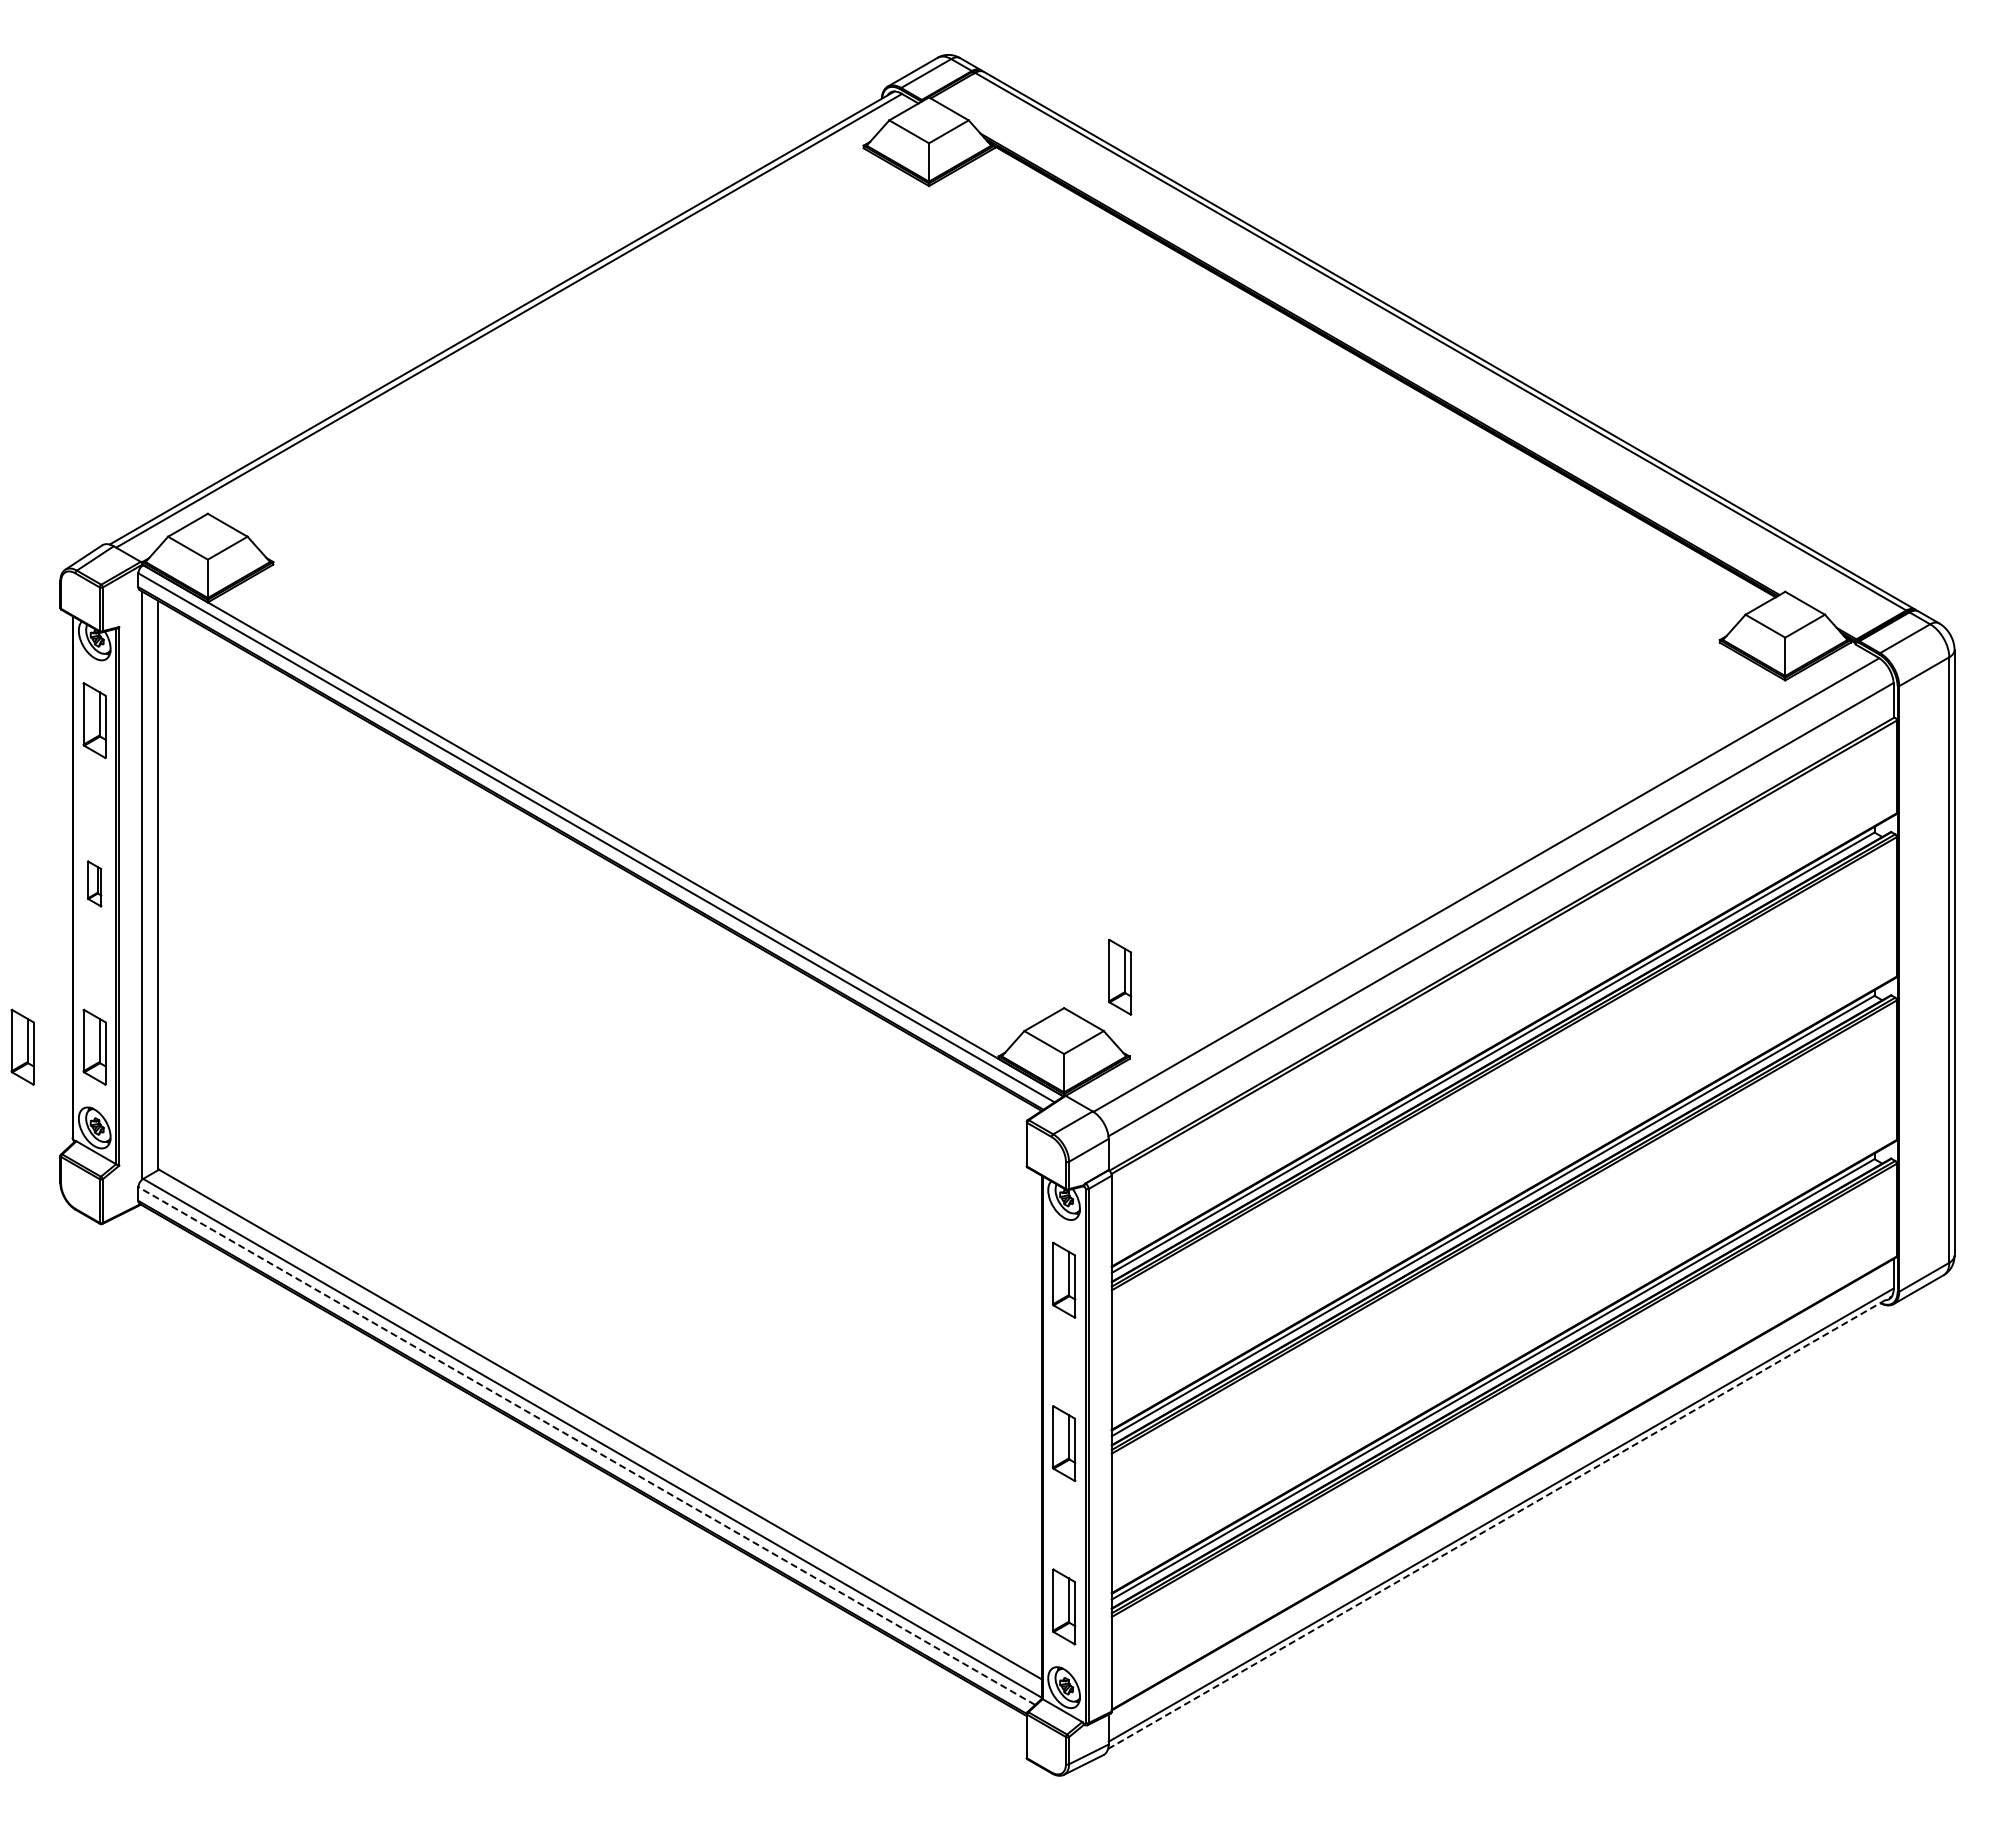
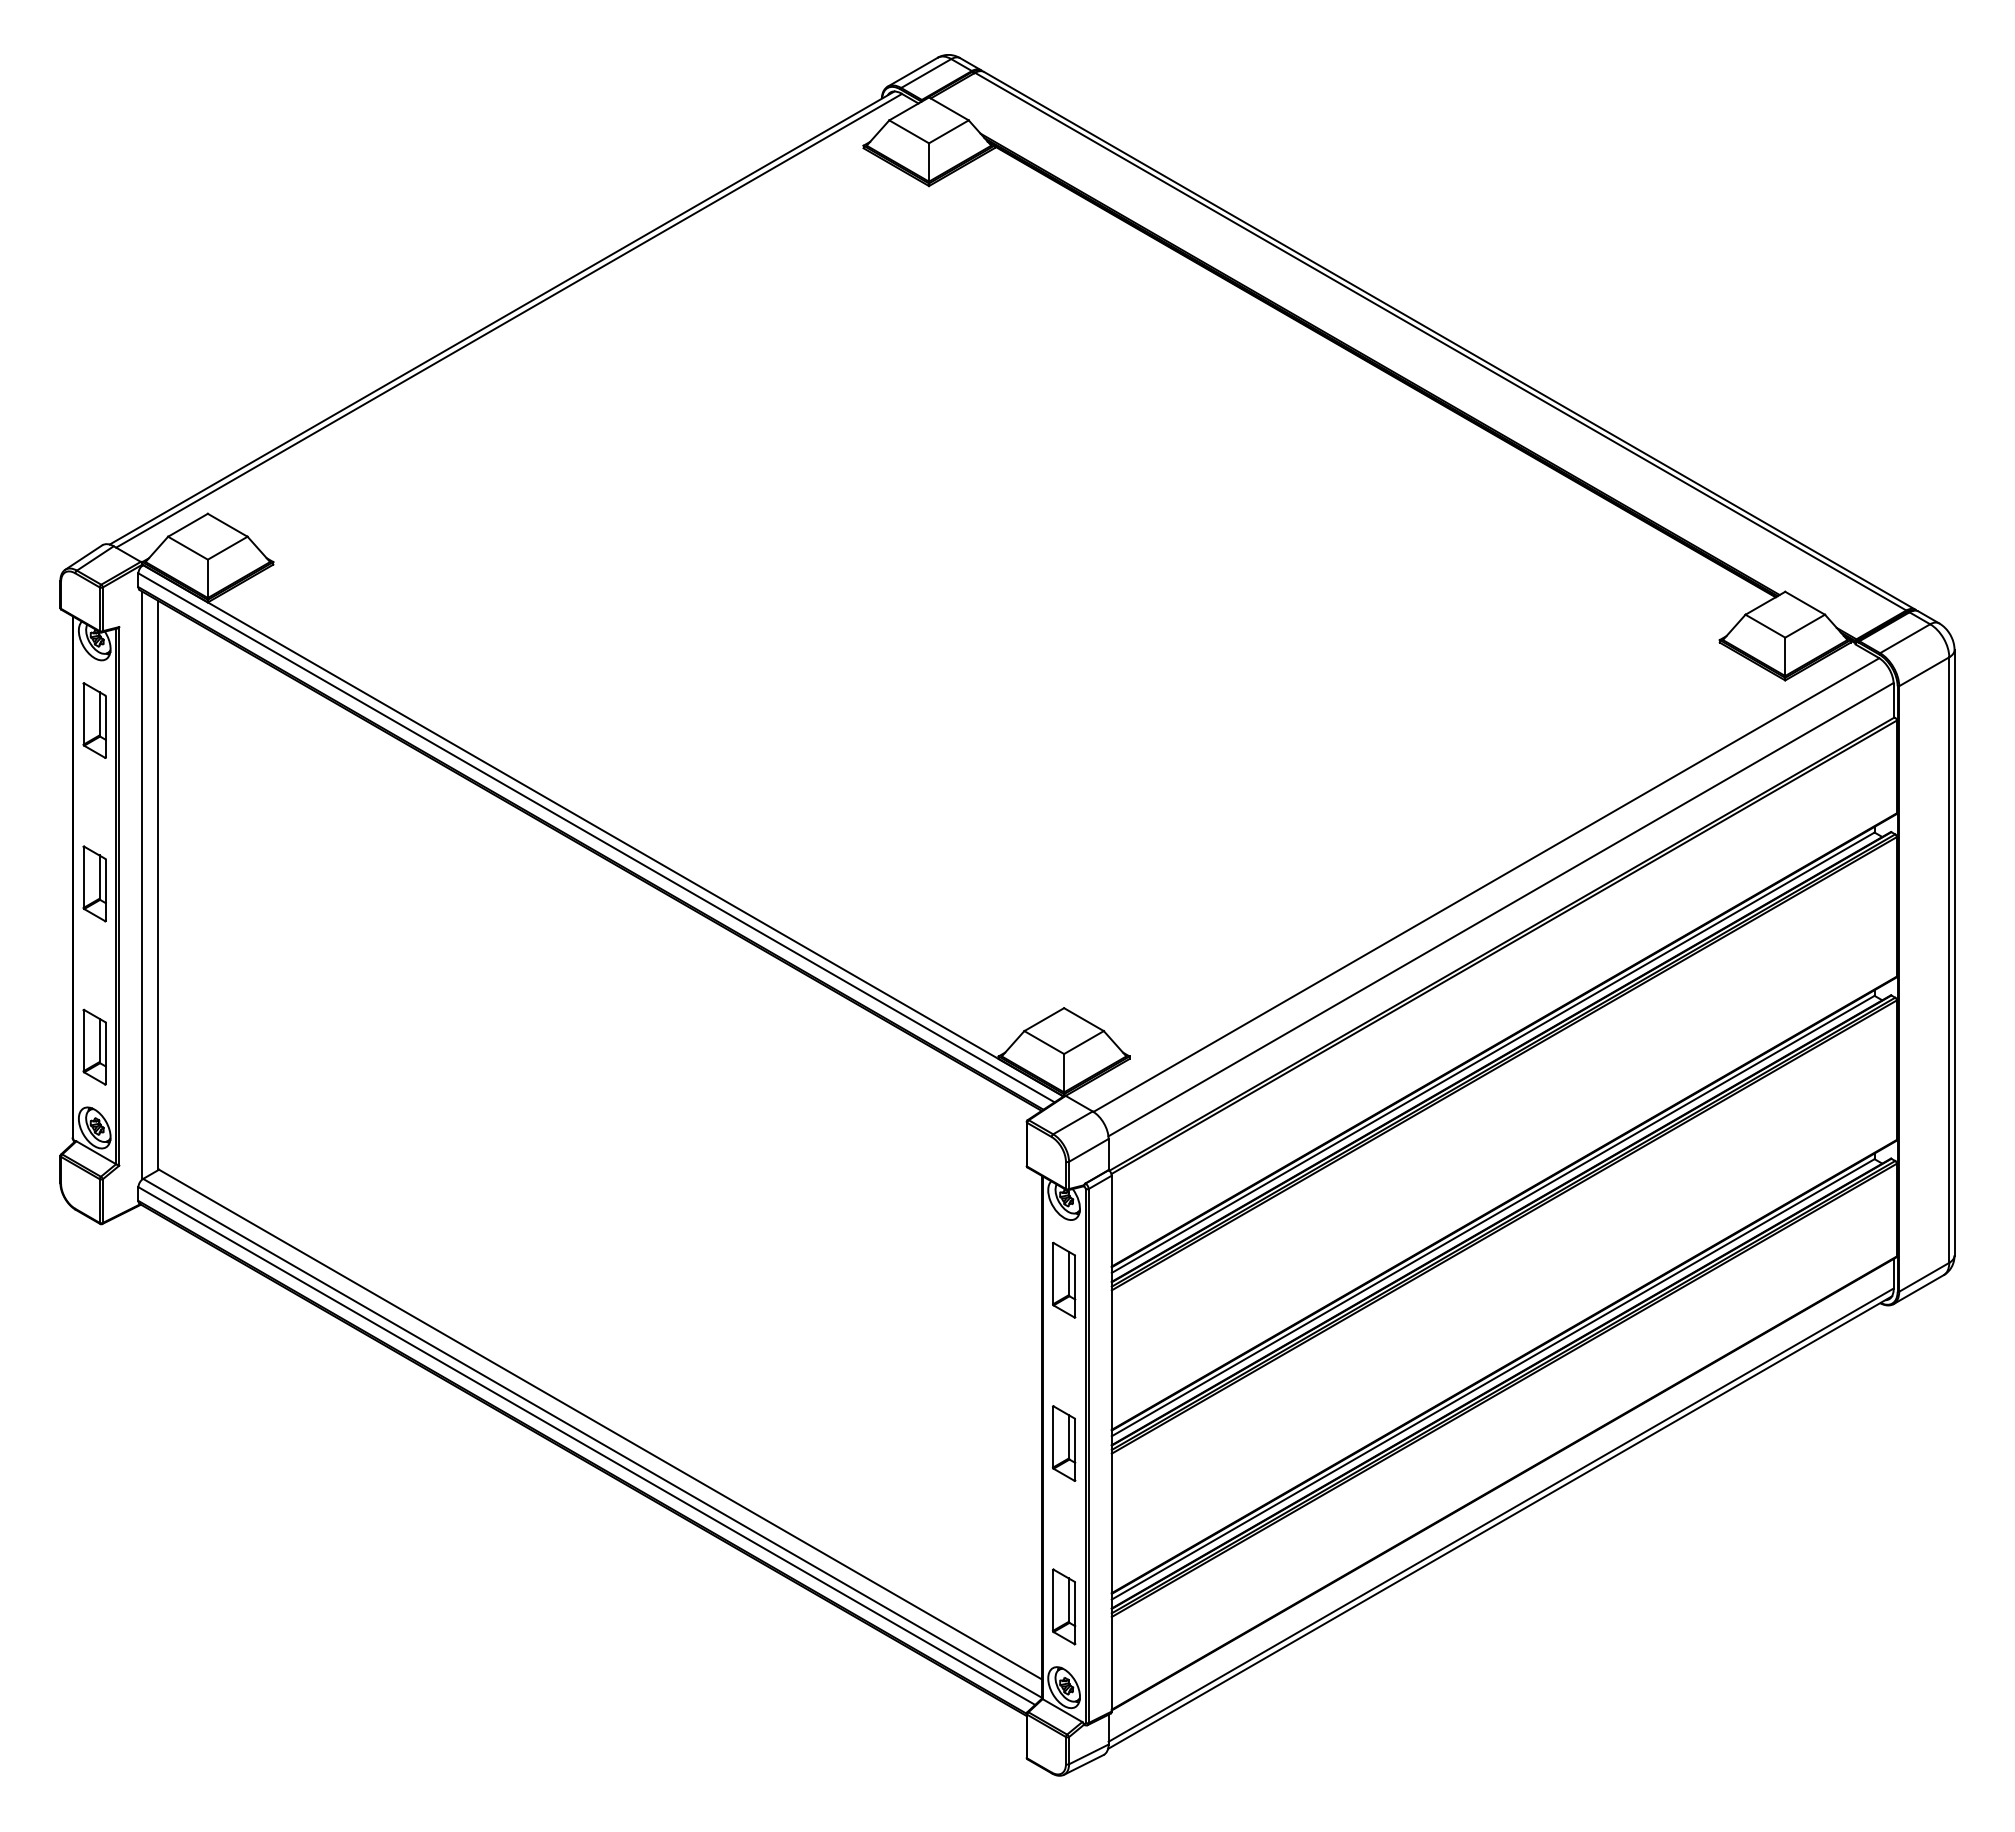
part at (94, 883) size: 17x48 px -> 25x78 px
part at (1120, 976): present -> none
part at (22, 1046): present -> none
line at (586, 1446): dashed -> solid
line at (1500, 1522): dashed -> solid
